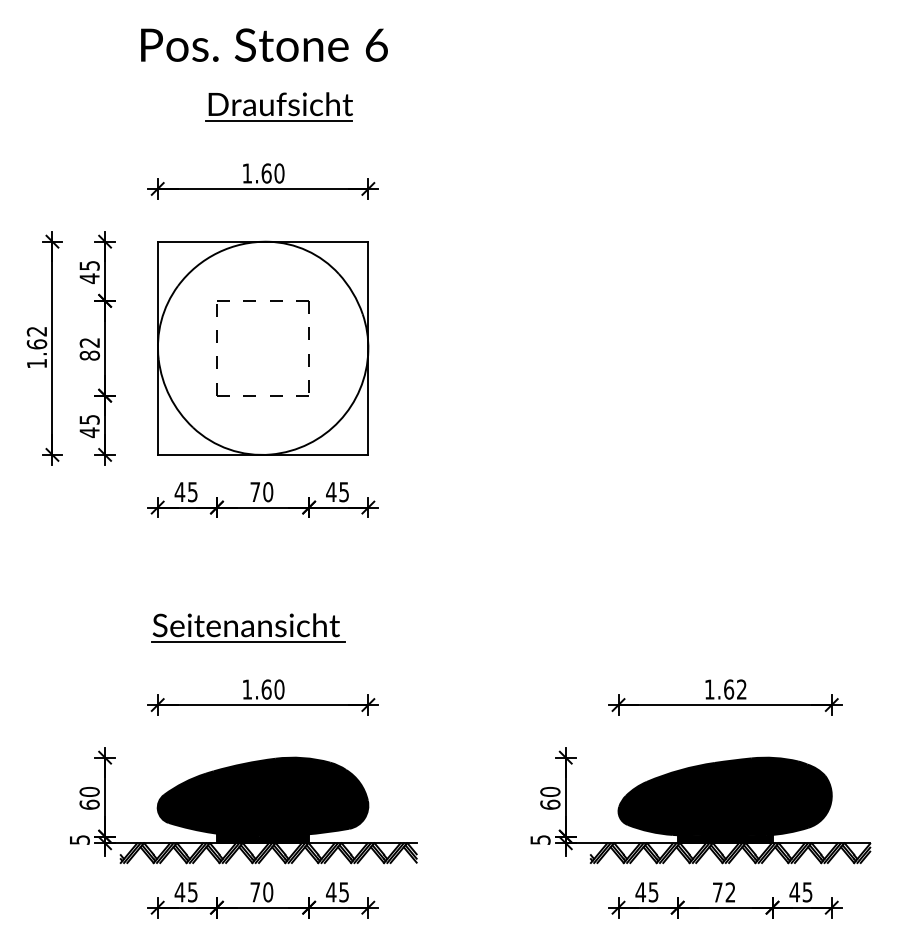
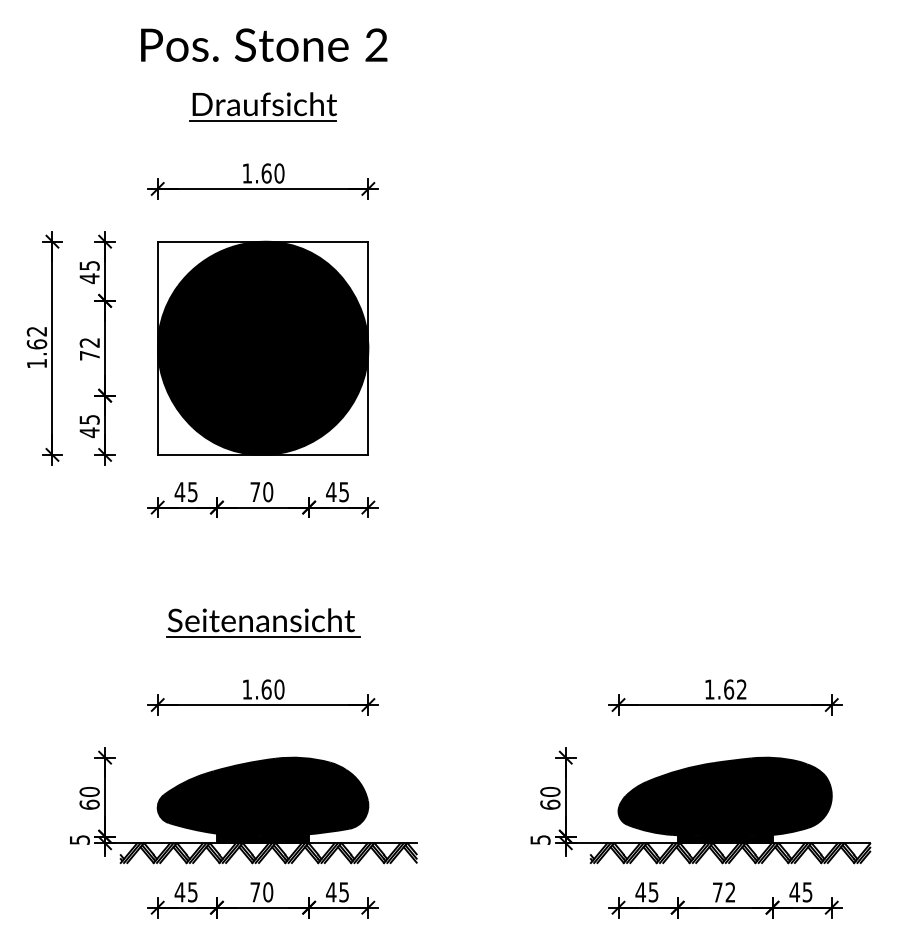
text at (376, 44): 6 -> 2
part at (278, 106) position: (278, 106) -> (262, 106)
fill at (262, 347): none -> present
text at (89, 355): 82 -> 72
part at (248, 627) position: (248, 627) -> (263, 622)
